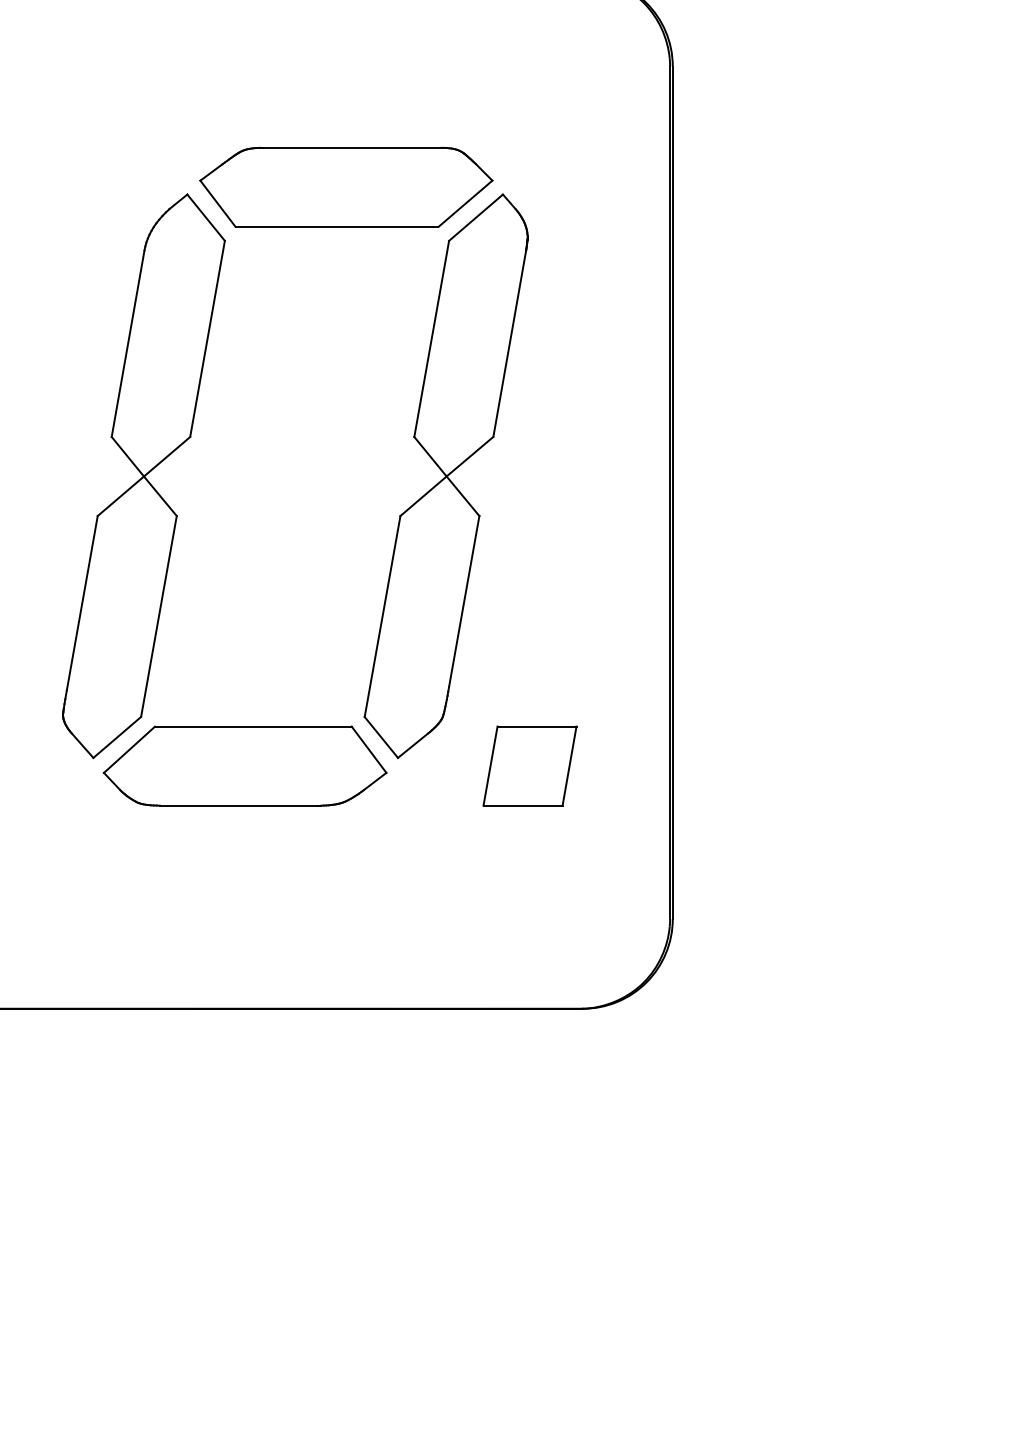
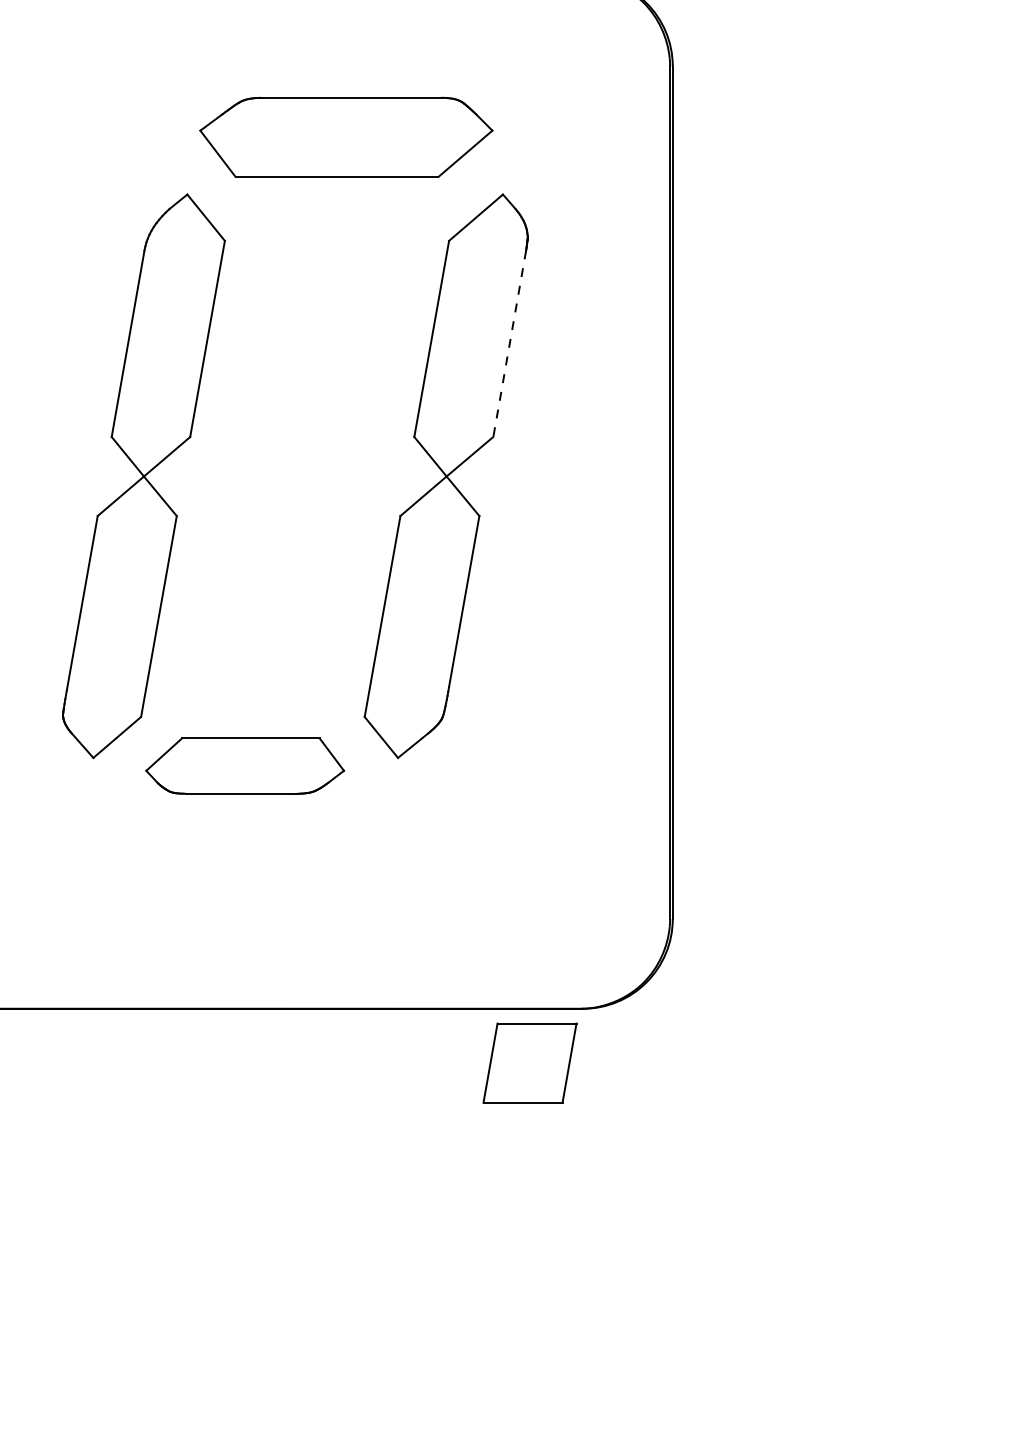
part at (346, 186) position: (346, 186) -> (346, 136)
line at (509, 343): solid -> dashed
part at (244, 765) size: 286x82 px -> 201x58 px
part at (529, 765) position: (529, 765) -> (529, 1062)
